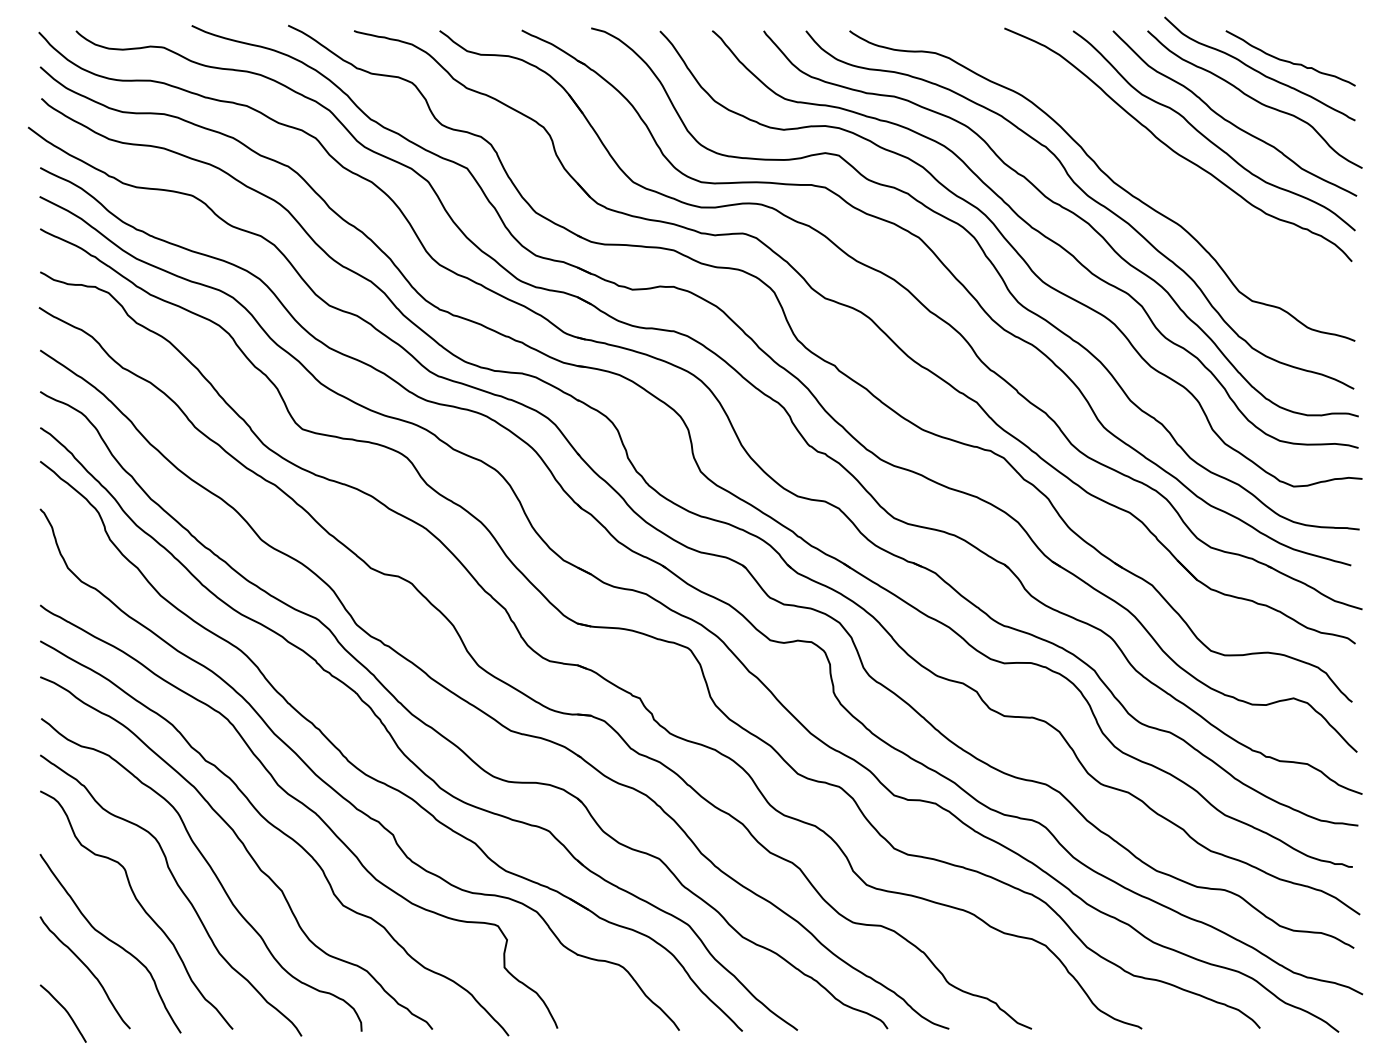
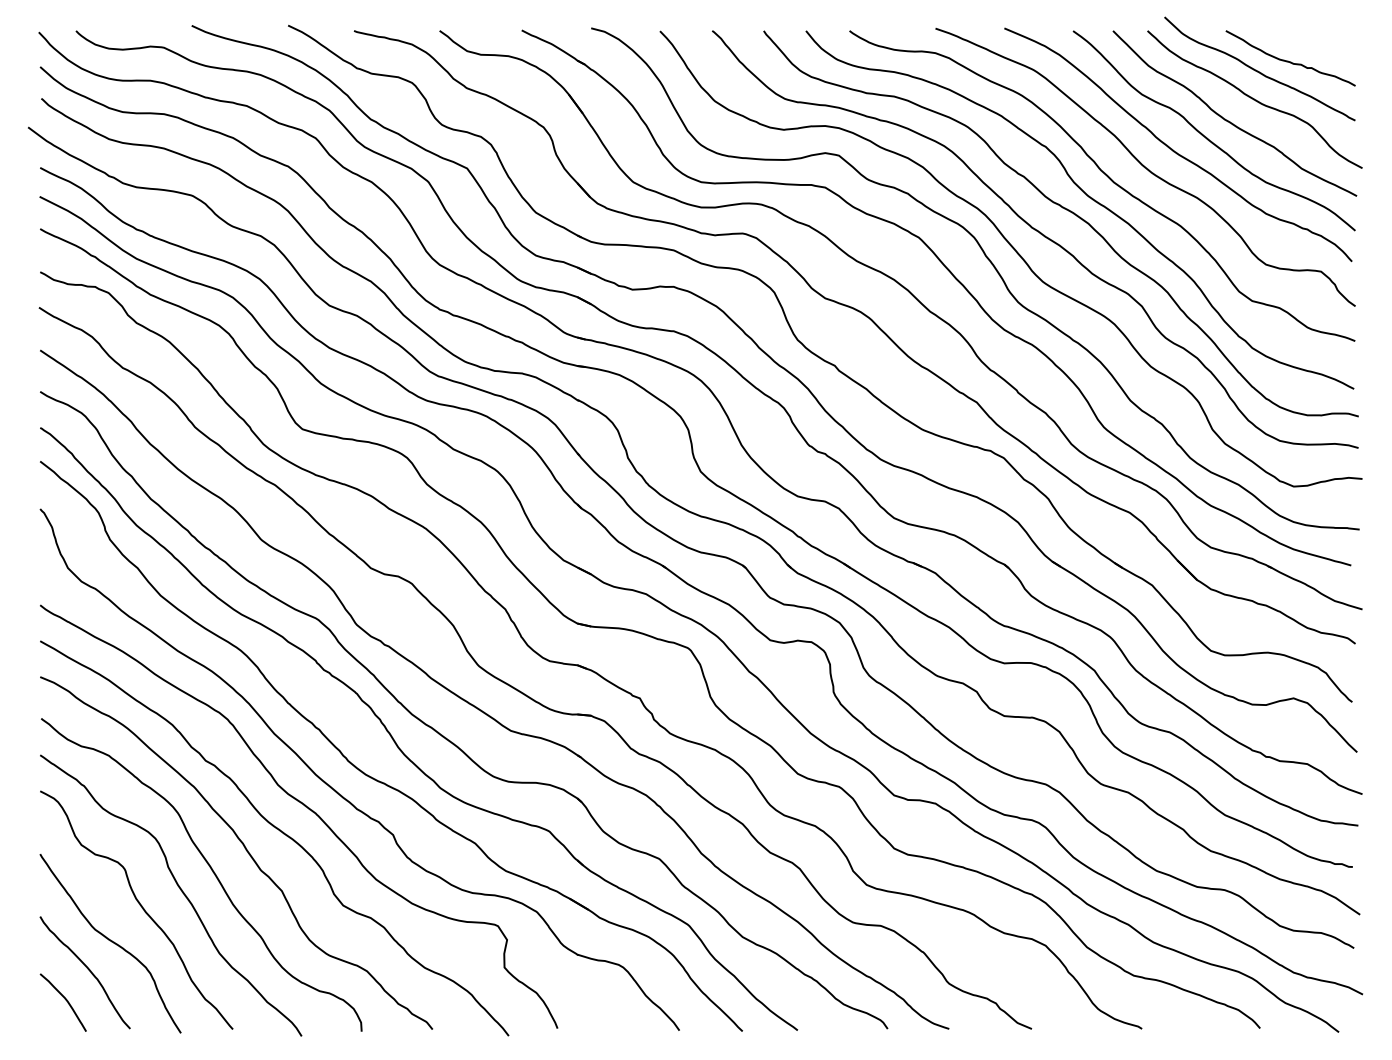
curve at (1145, 166): none -> present
curve at (64, 1010) position: (64, 1010) -> (64, 999)
